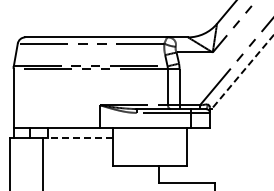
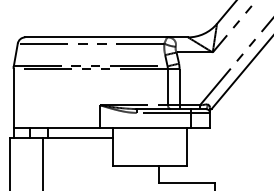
line at (242, 72): dashed -> solid
line at (77, 137): dashed -> solid
